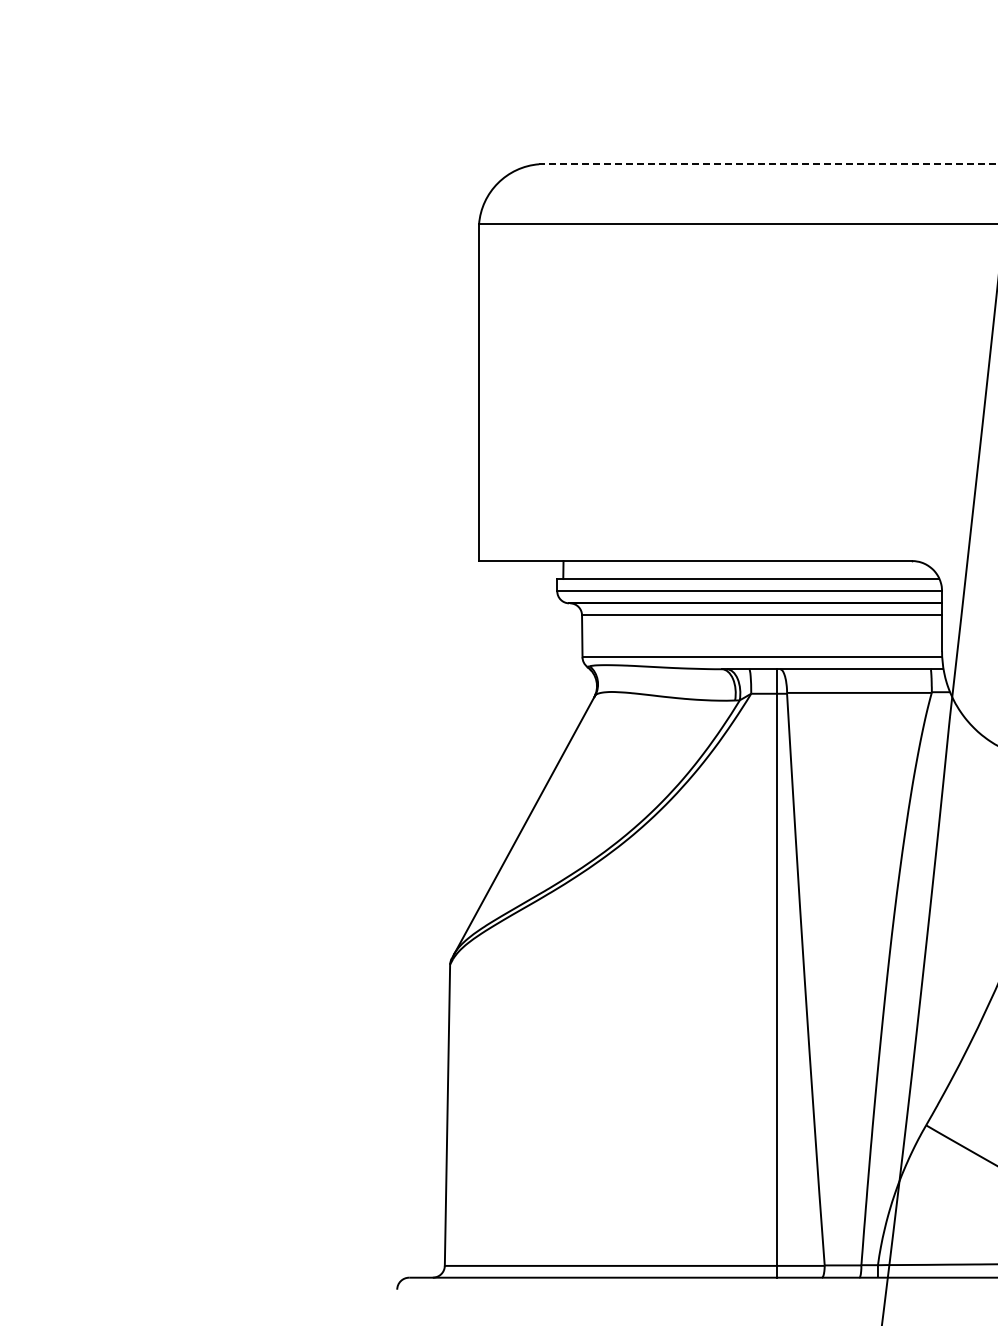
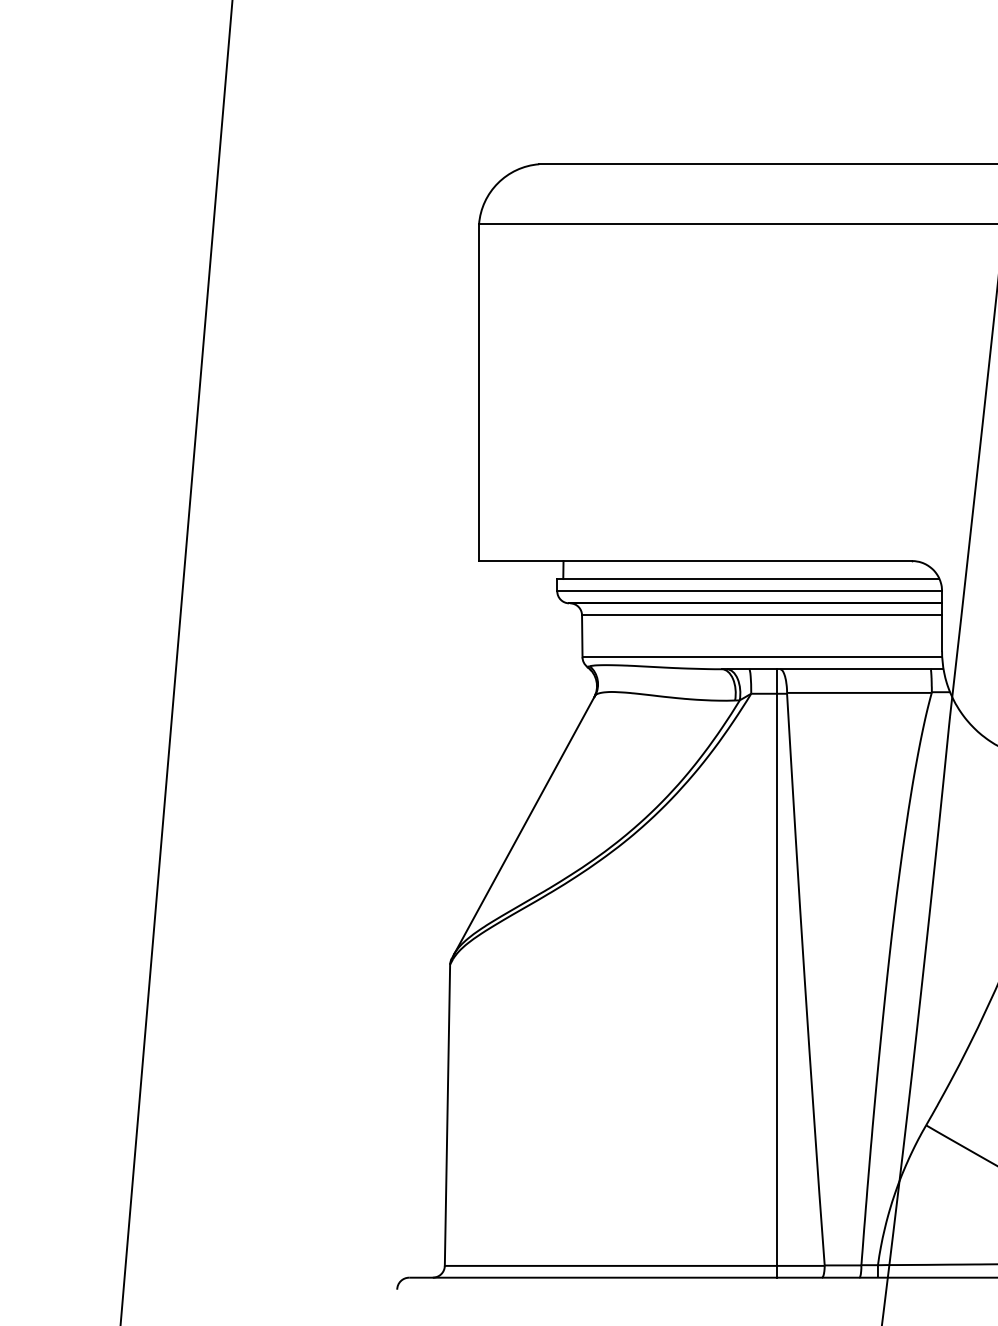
line at (768, 164): dashed -> solid
line at (176, 662): none -> present
